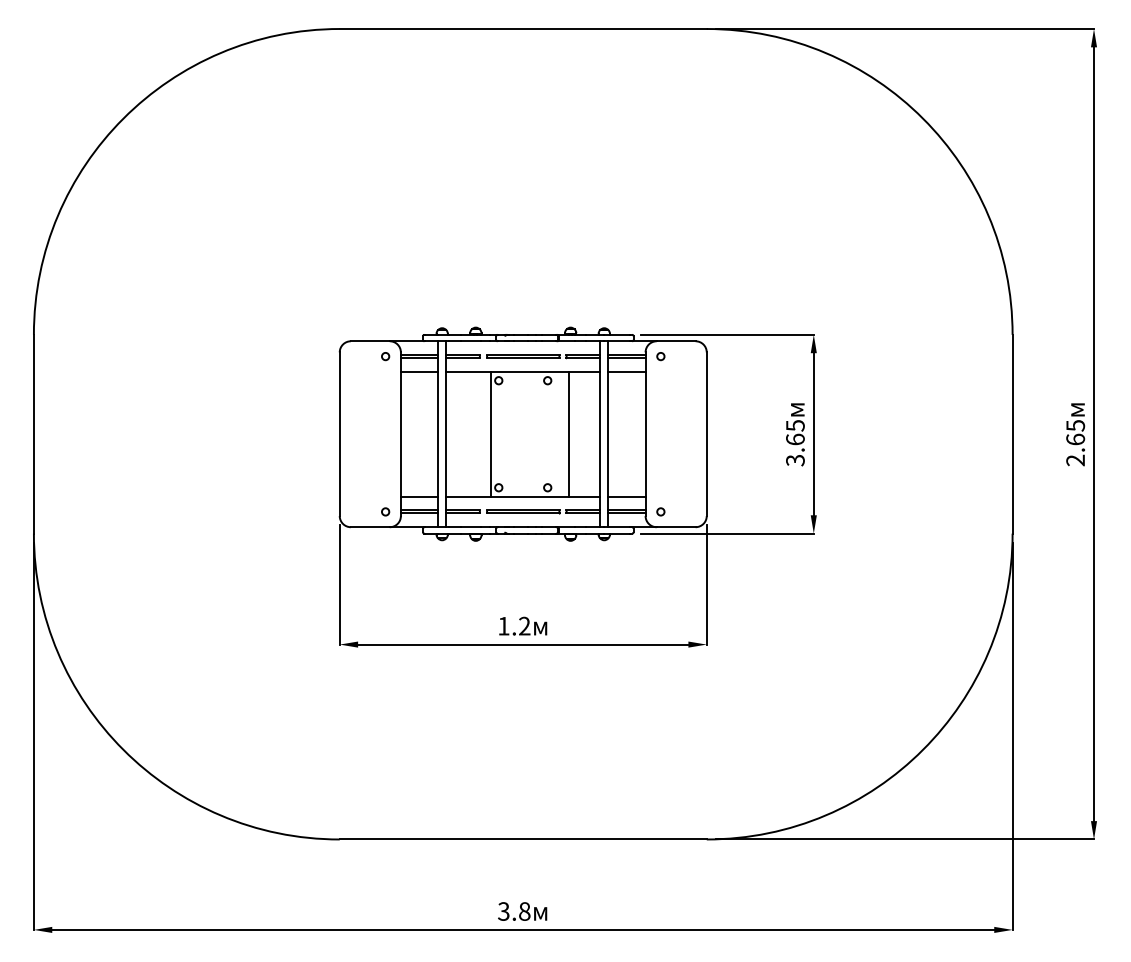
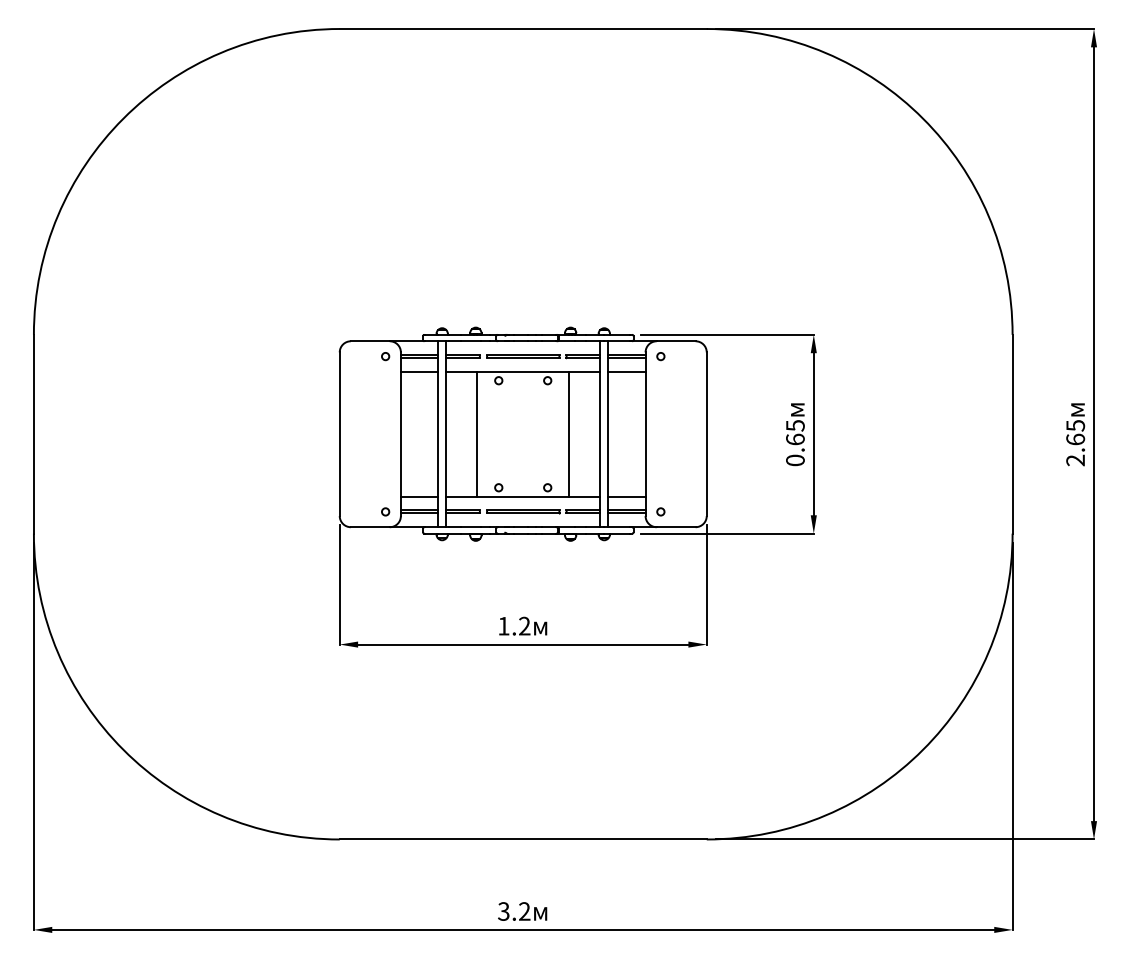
line at (491, 433) position: (491, 433) -> (477, 433)
text at (795, 460): 3.65 -> 0.65
text at (524, 911): 3.8 -> 3.2
